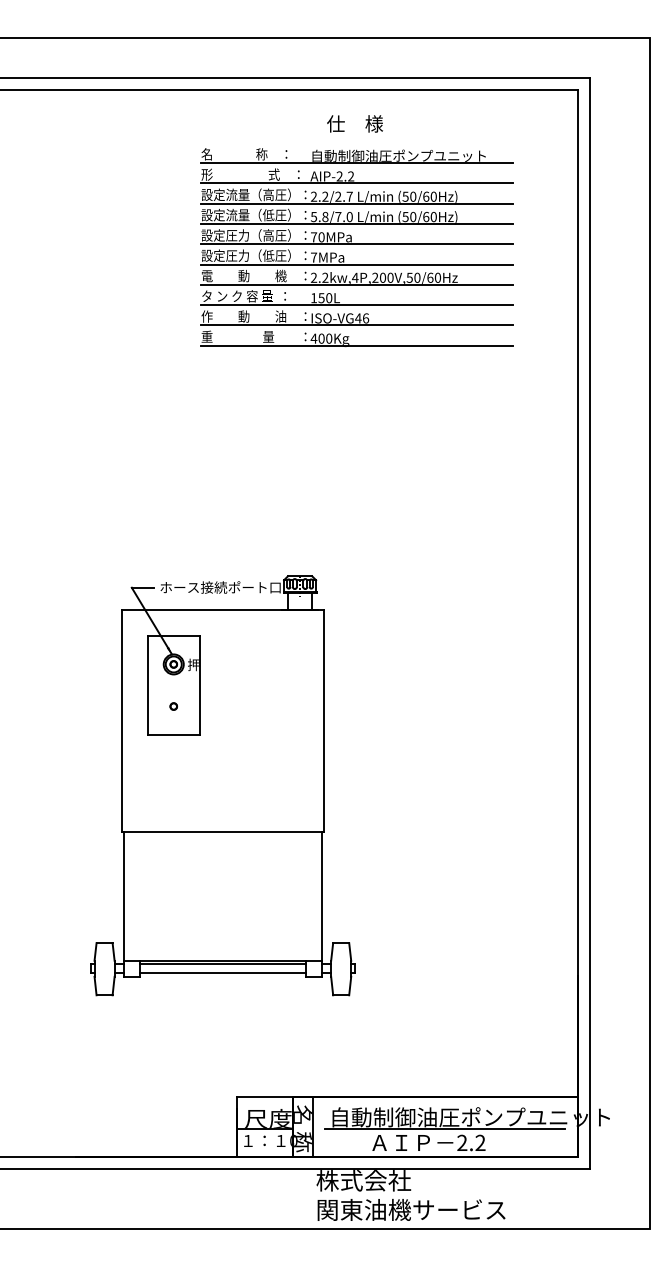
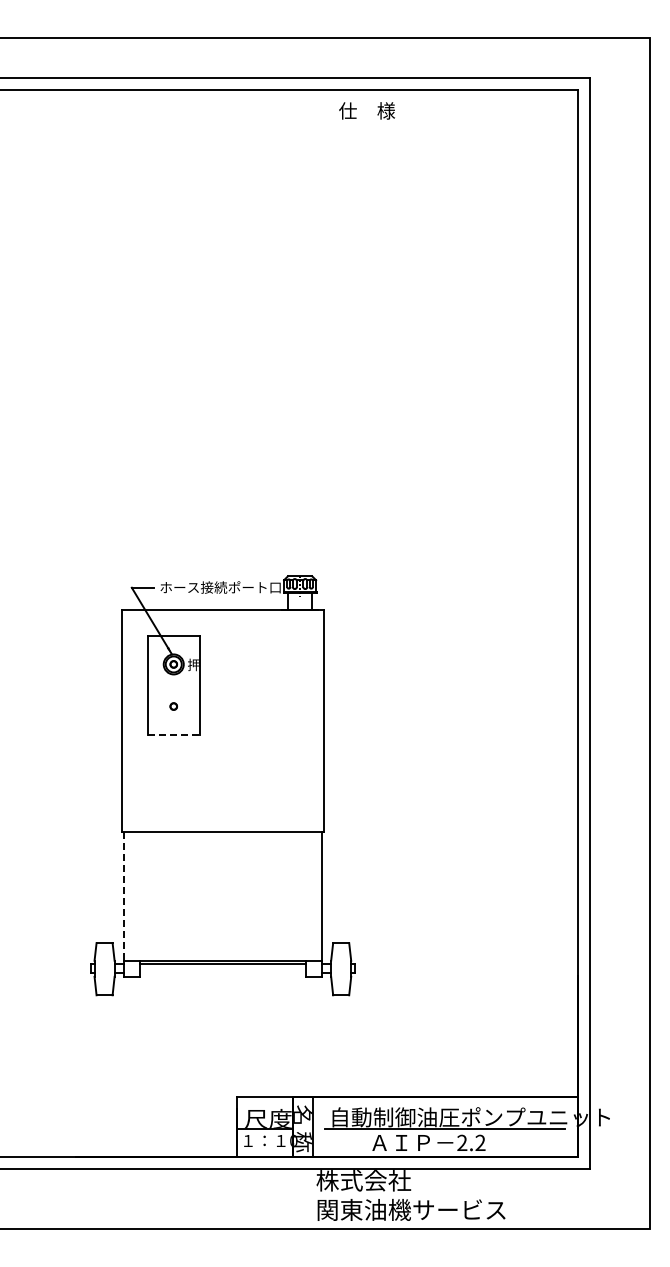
text at (354, 123) position: (354, 123) -> (366, 110)
part at (356, 247): present -> none
line at (174, 734): solid -> dashed
line at (123, 897): solid -> dashed
line at (222, 973): present -> none
